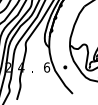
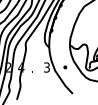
text at (47, 67): 6 -> 3
